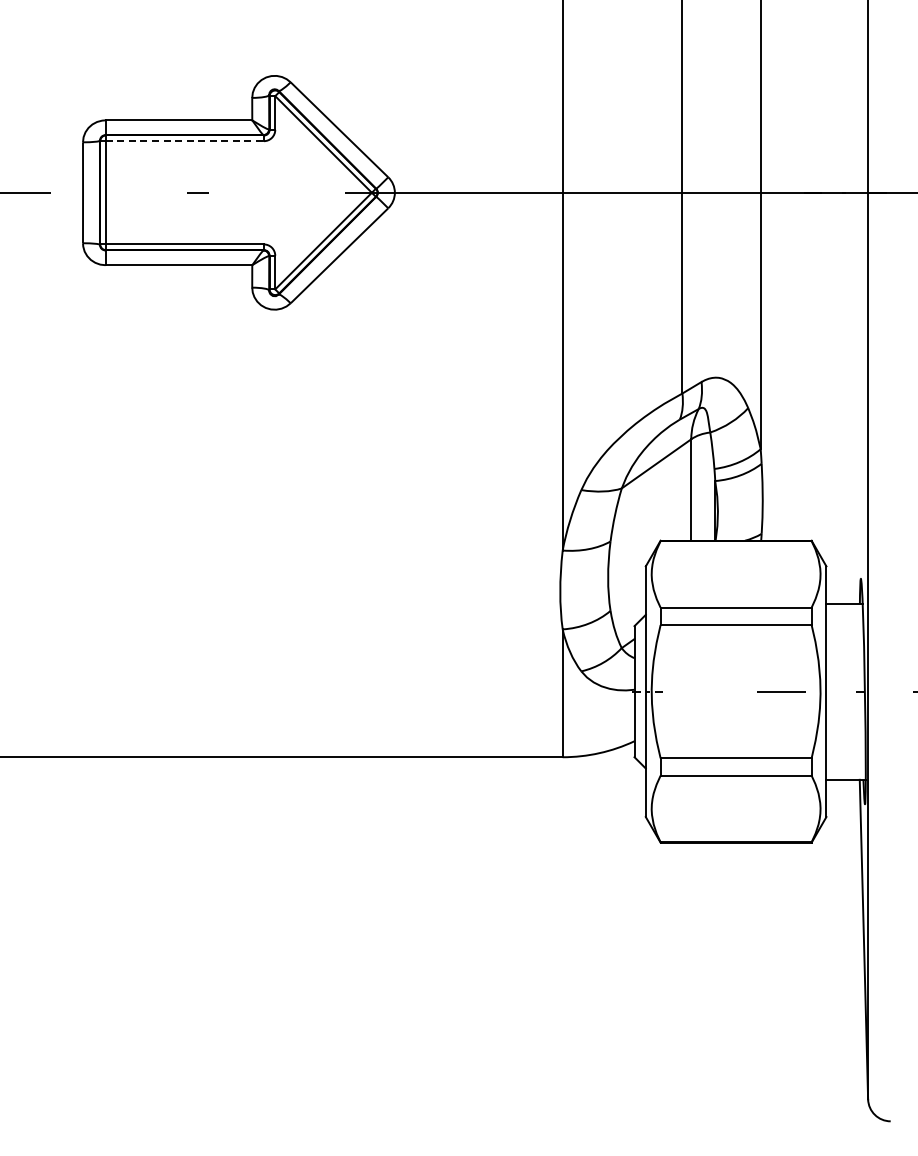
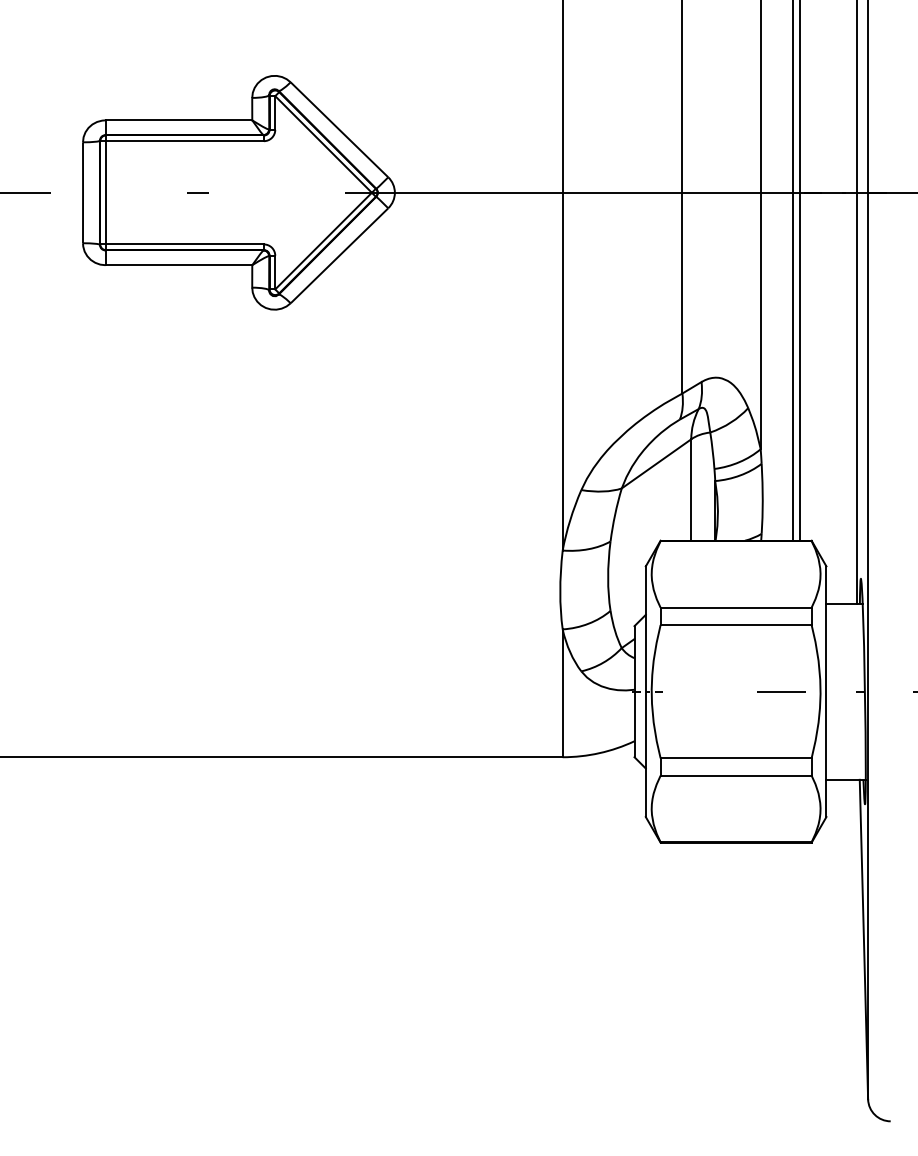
line at (185, 141): dashed -> solid
line at (792, 271): none -> present
line at (800, 271): none -> present
line at (856, 302): none -> present
